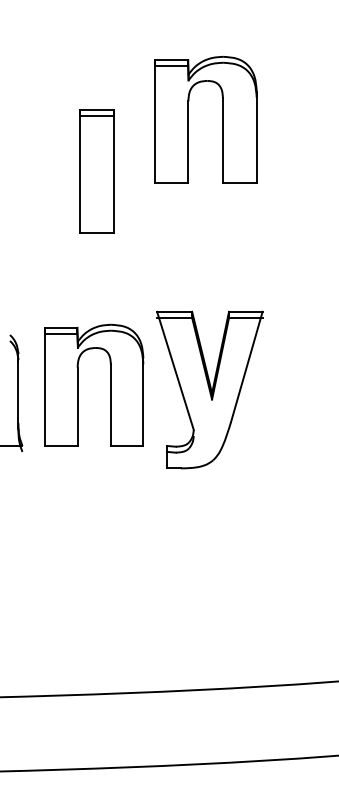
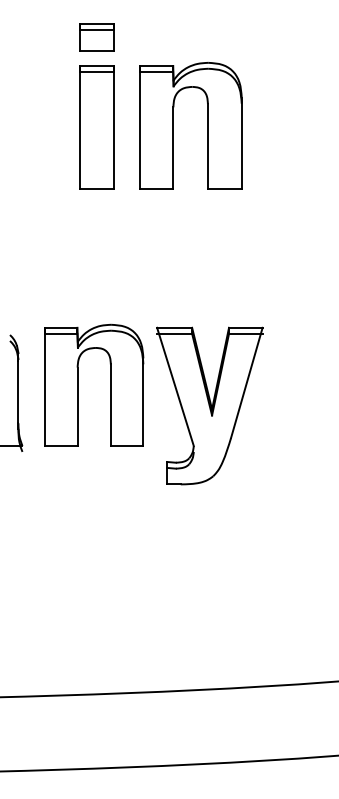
part at (96, 37): none -> present
part at (188, 119) position: (188, 119) -> (173, 125)
part at (96, 171) position: (96, 171) -> (96, 127)
part at (209, 389) position: (209, 389) -> (209, 405)
